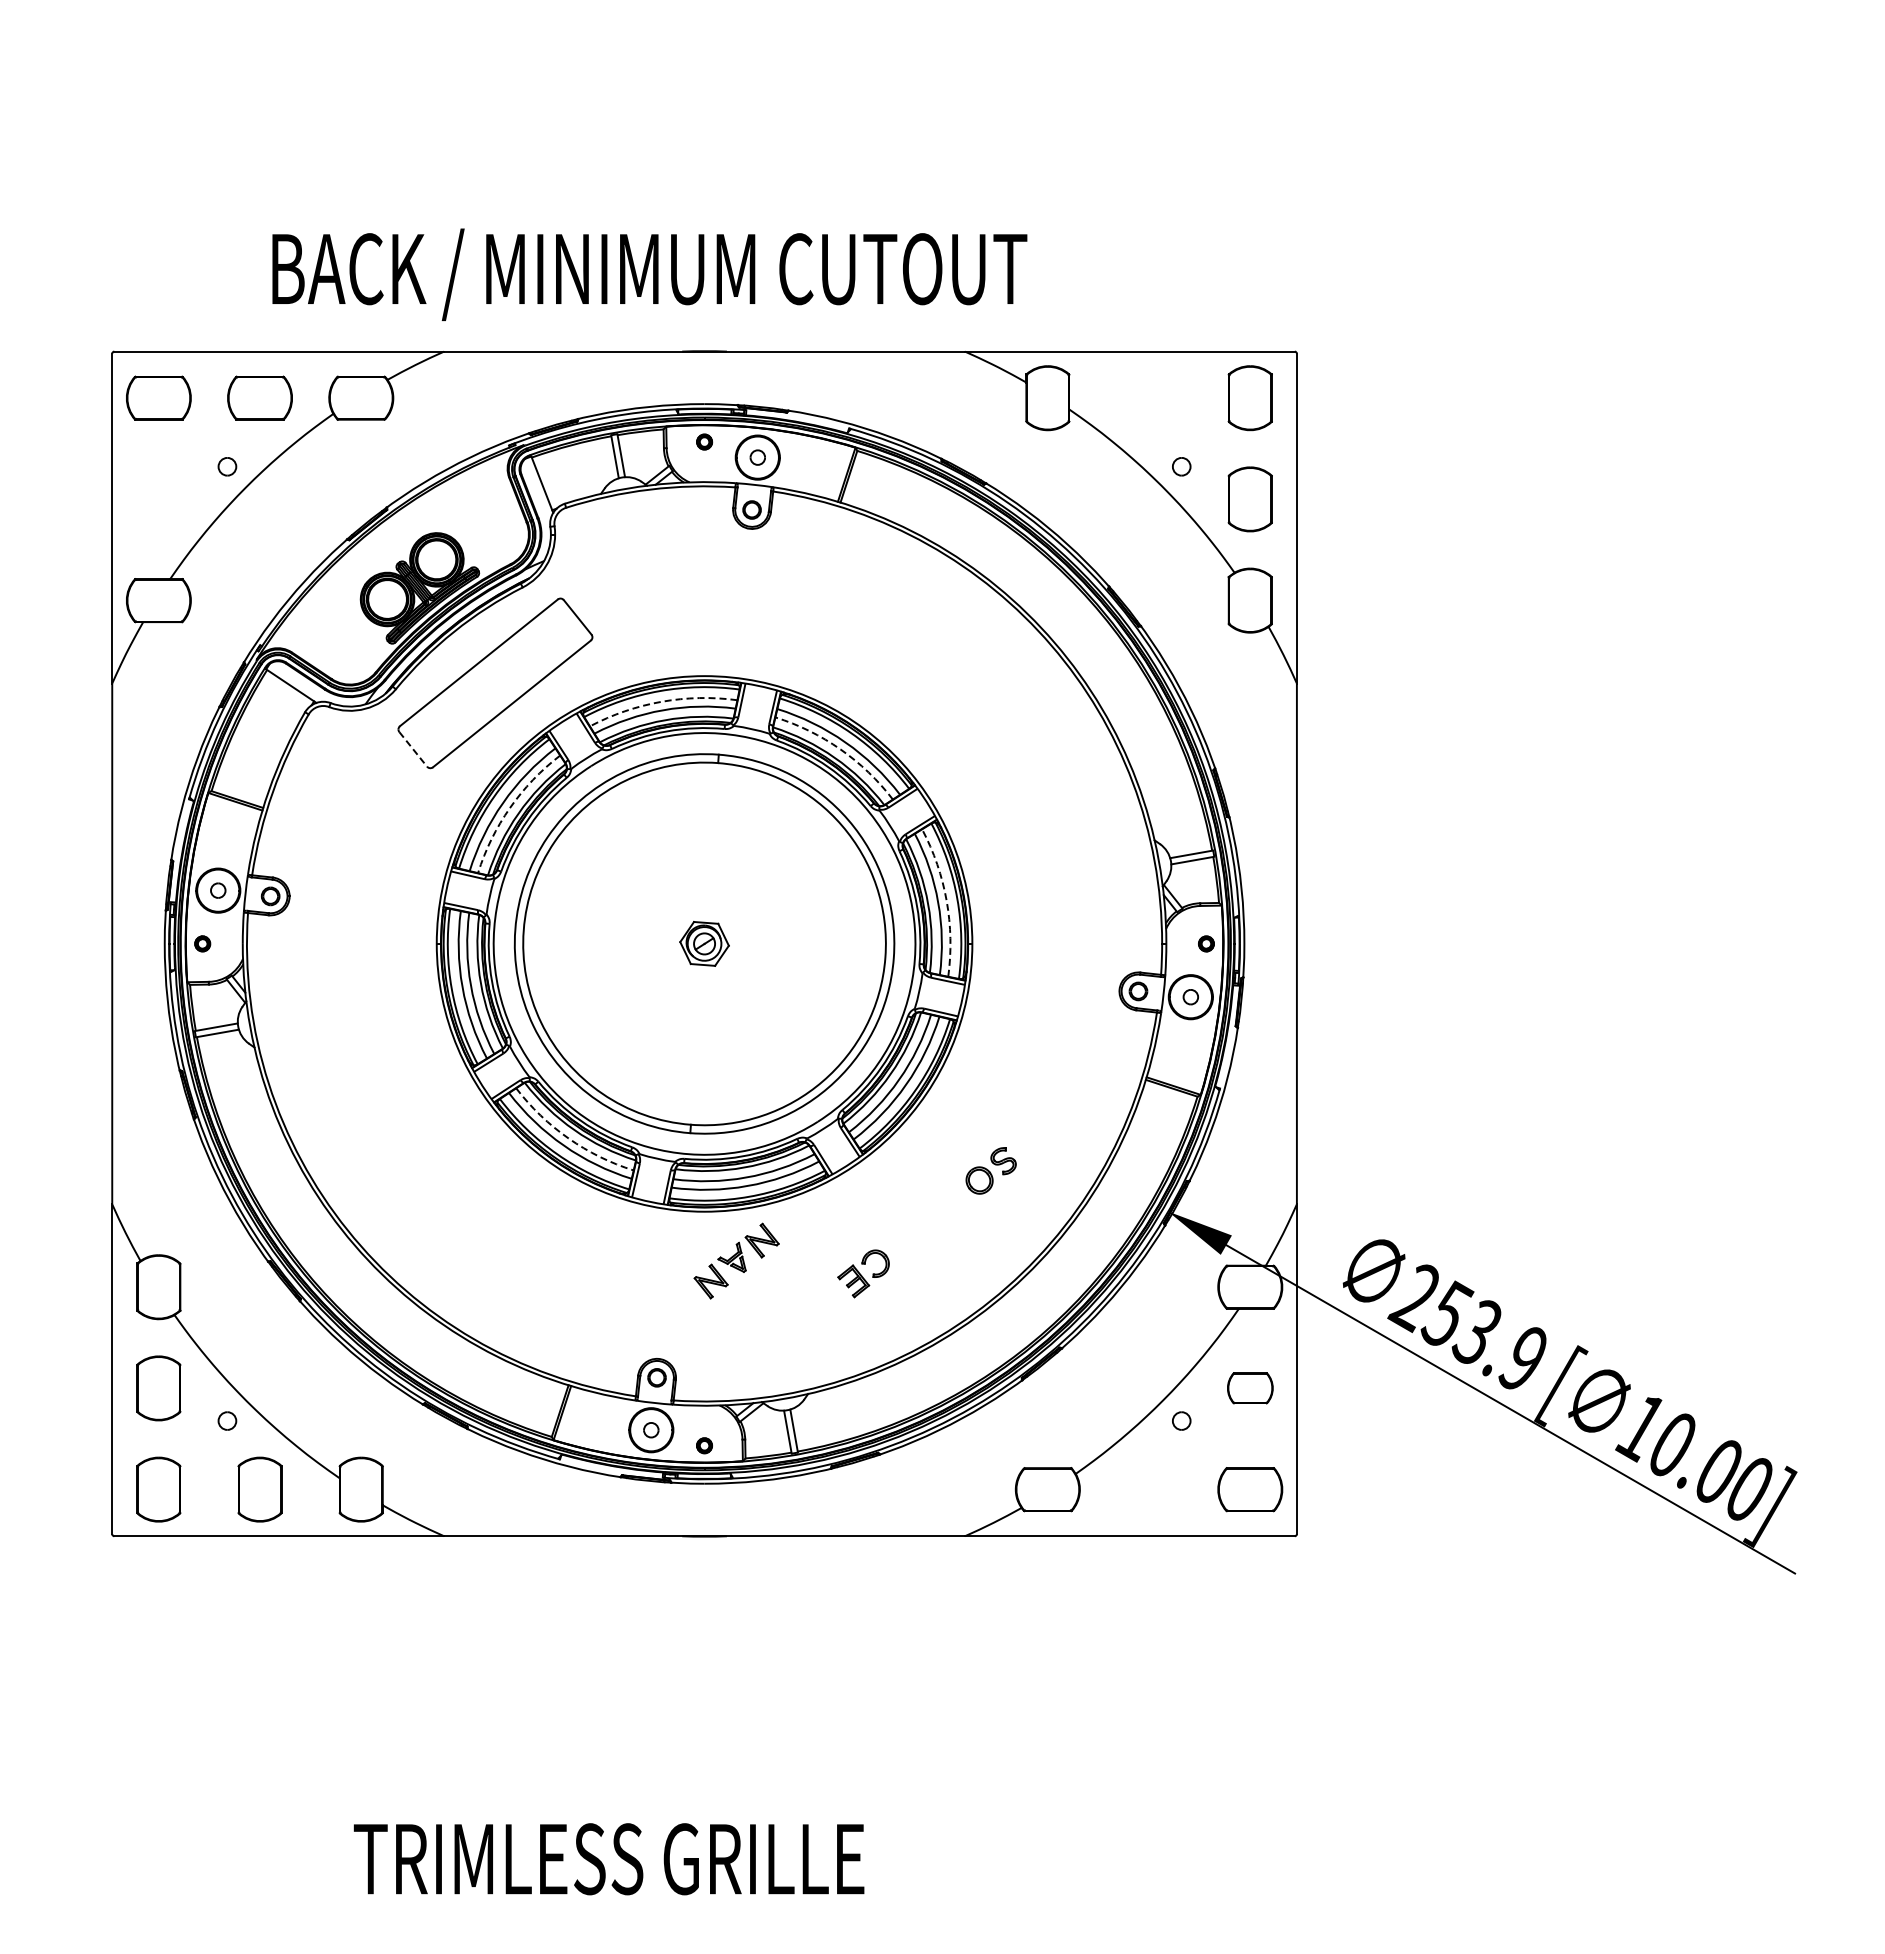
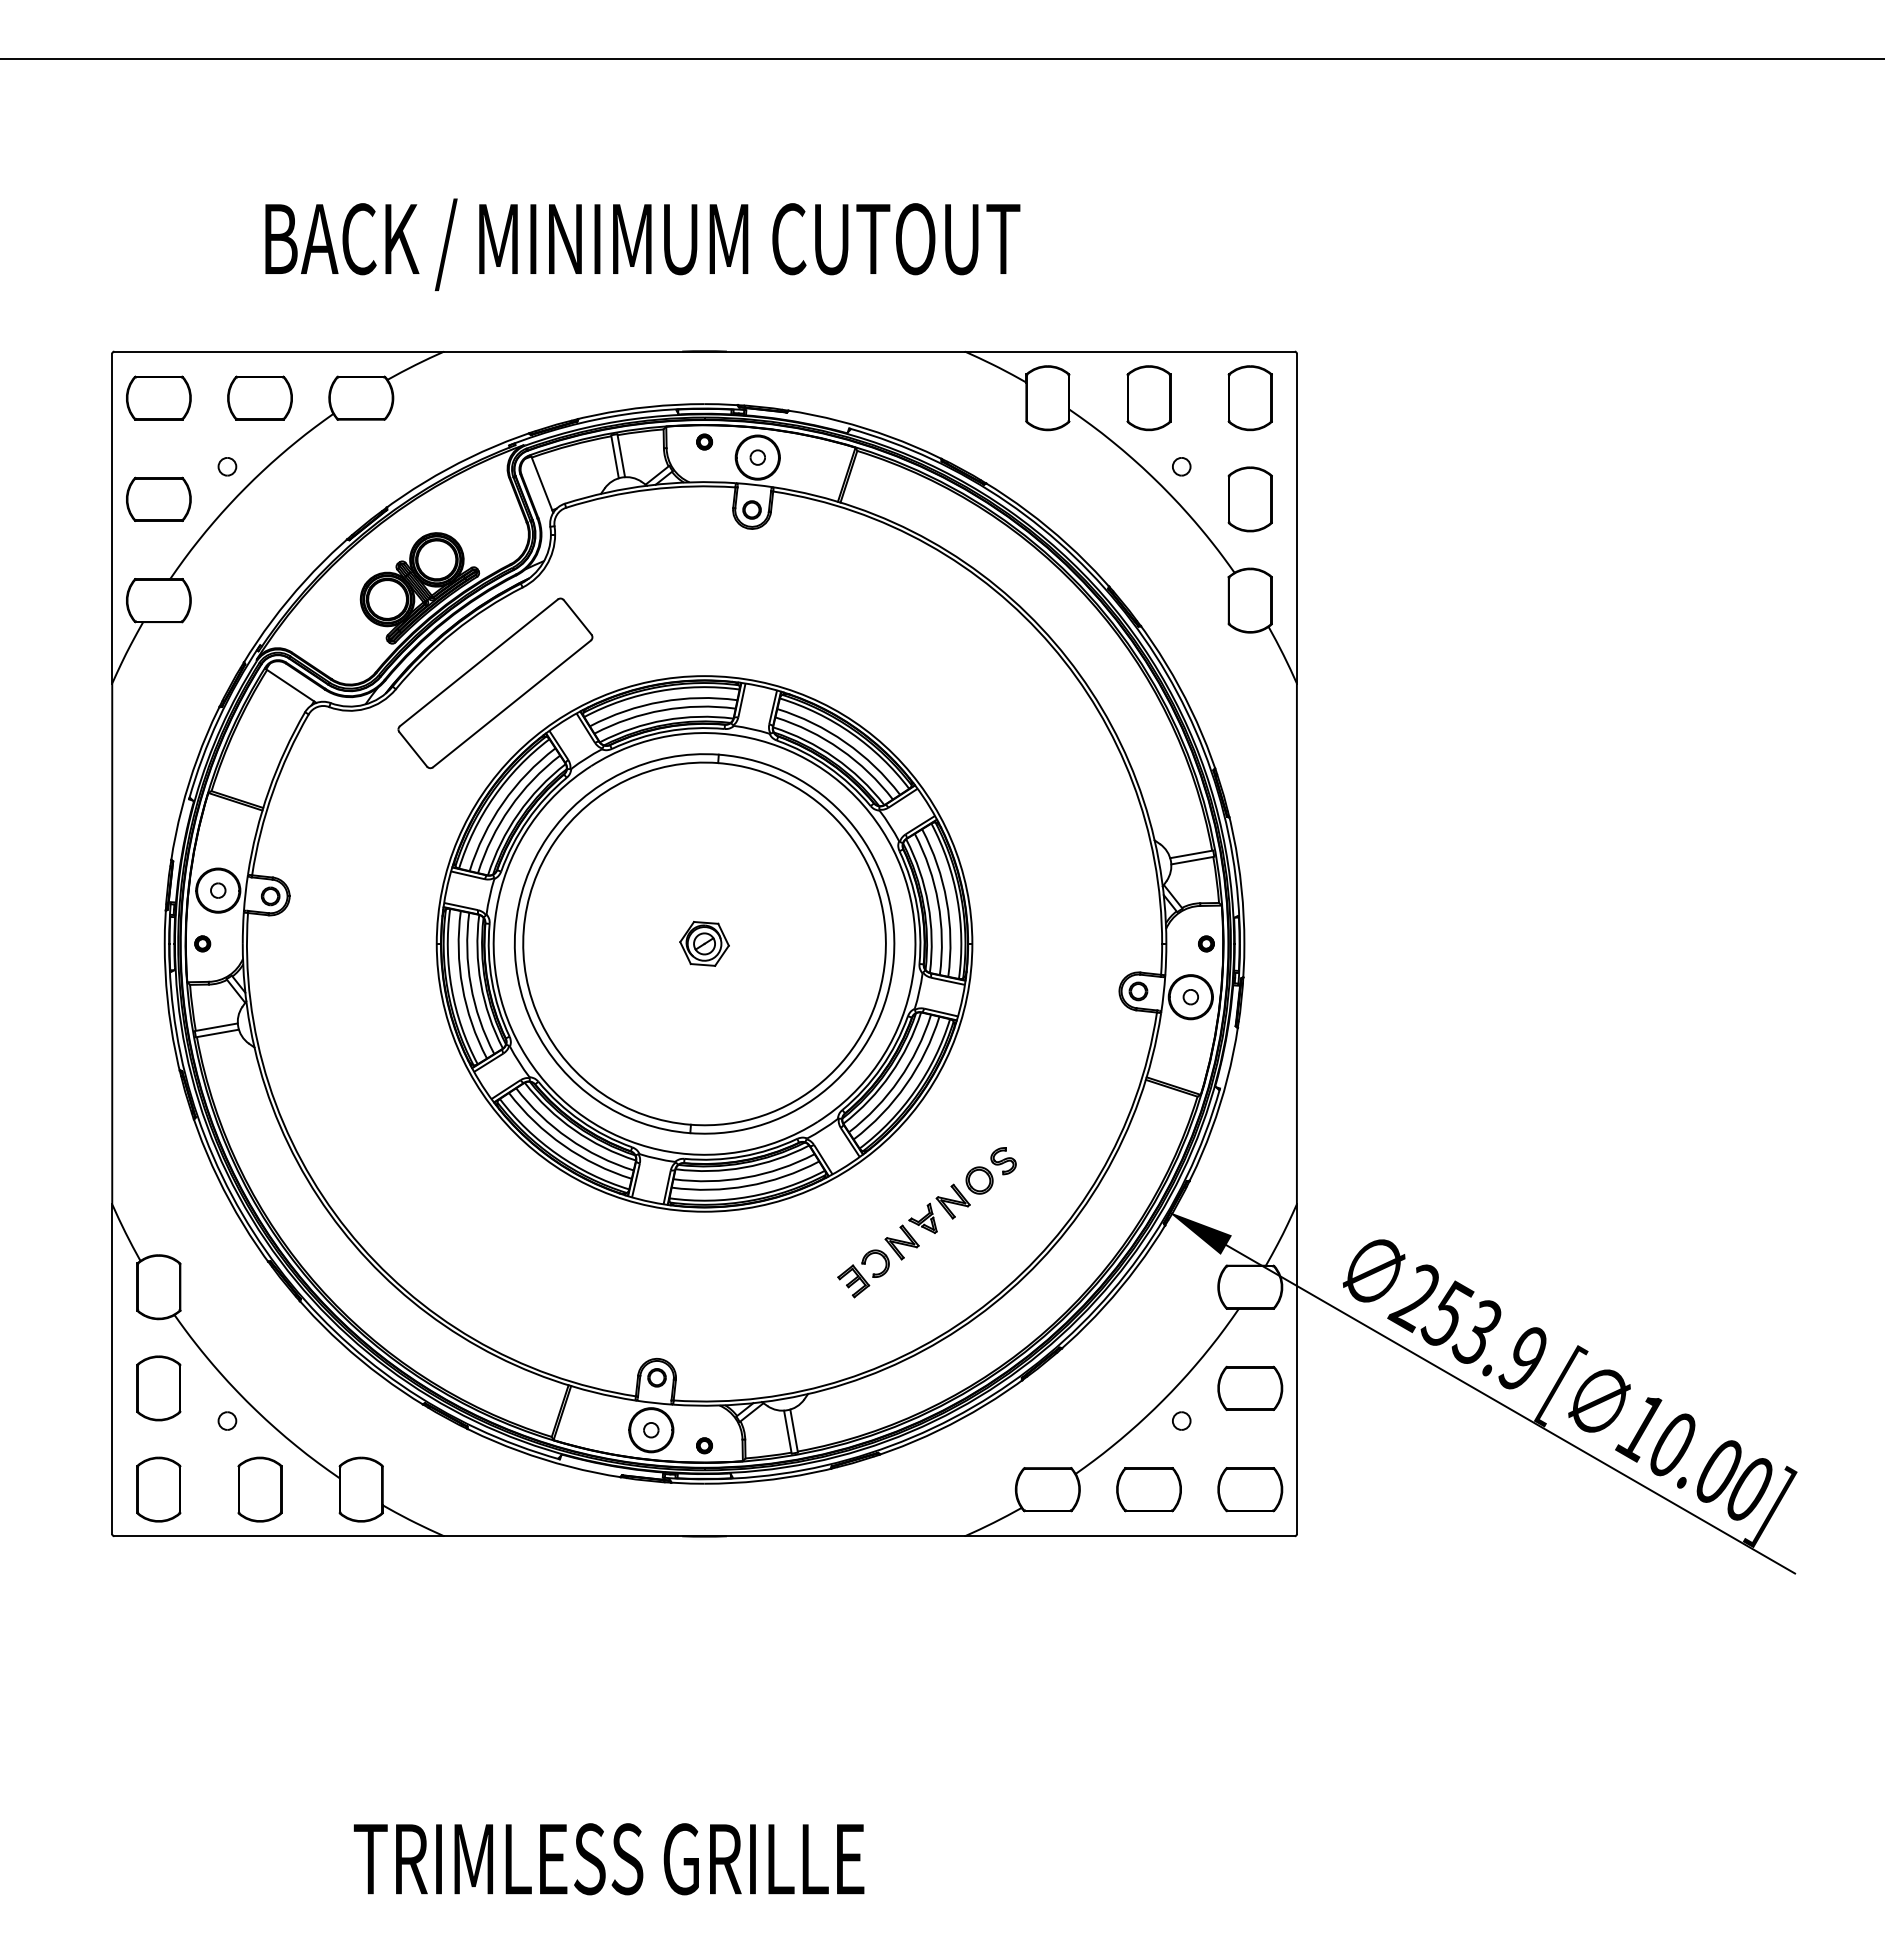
line at (941, 58): none -> present
text at (649, 274) position: (649, 274) -> (642, 244)
part at (1148, 398): none -> present
part at (158, 498): none -> present
arc at (661, 701): dashed -> solid
line at (413, 749): dashed -> solid
arc at (840, 749): dashed -> solid
arc at (510, 807): dashed -> solid
arc at (946, 901): dashed -> solid
arc at (568, 1138): dashed -> solid
part at (736, 1260) position: (736, 1260) -> (927, 1221)
part at (1250, 1388) size: 47x33 px -> 67x46 px
part at (1148, 1489): none -> present
